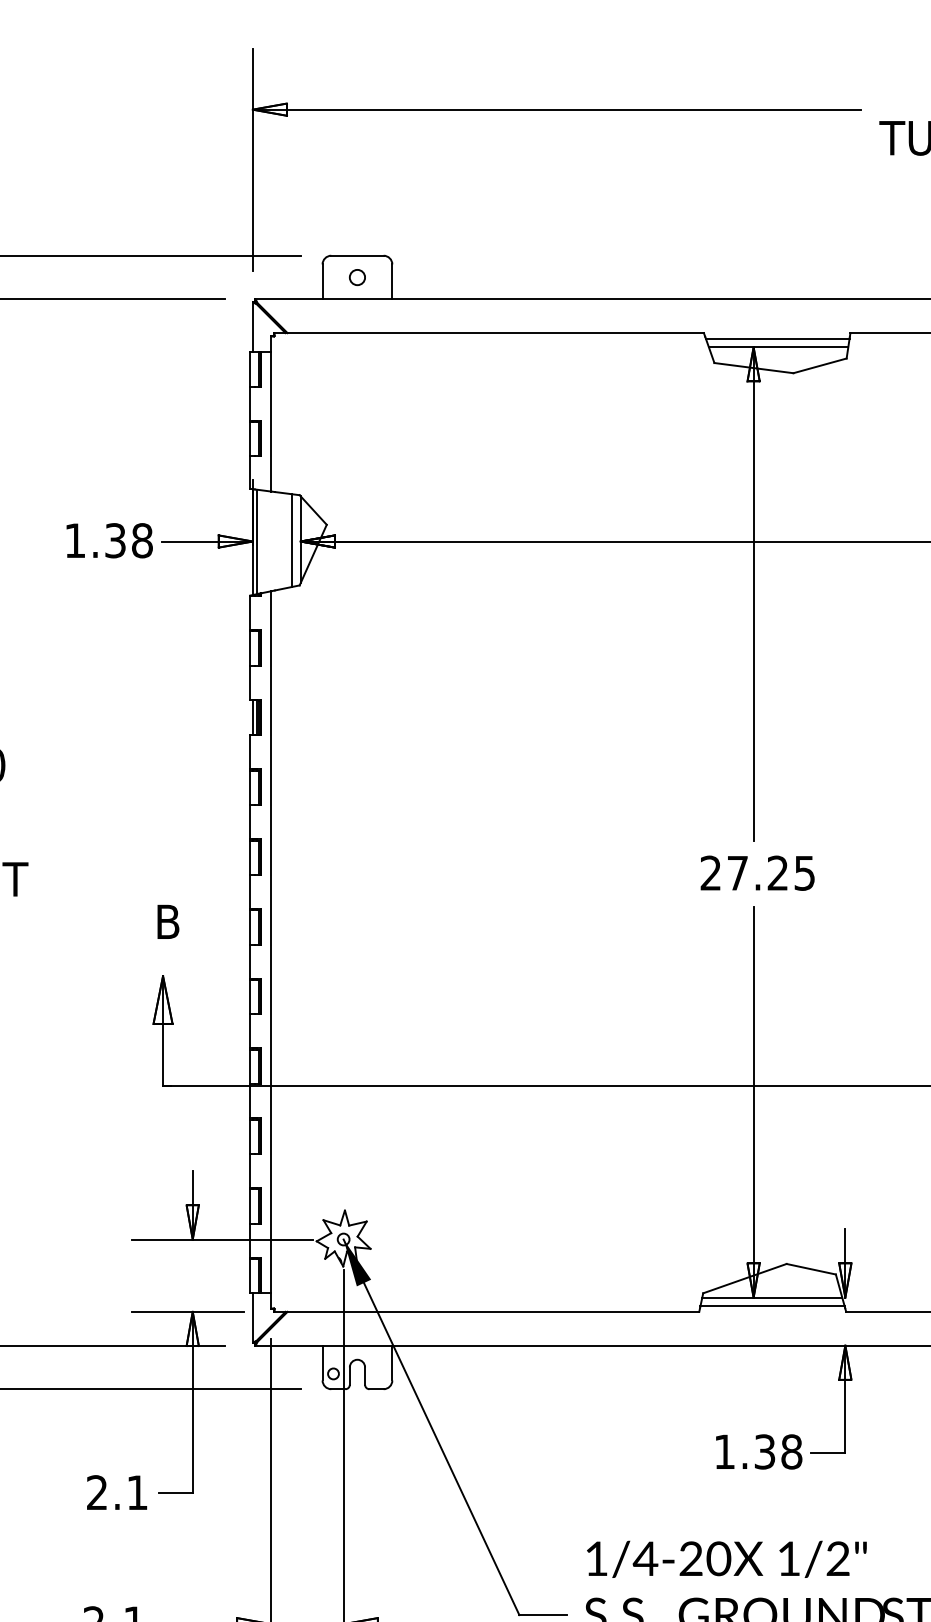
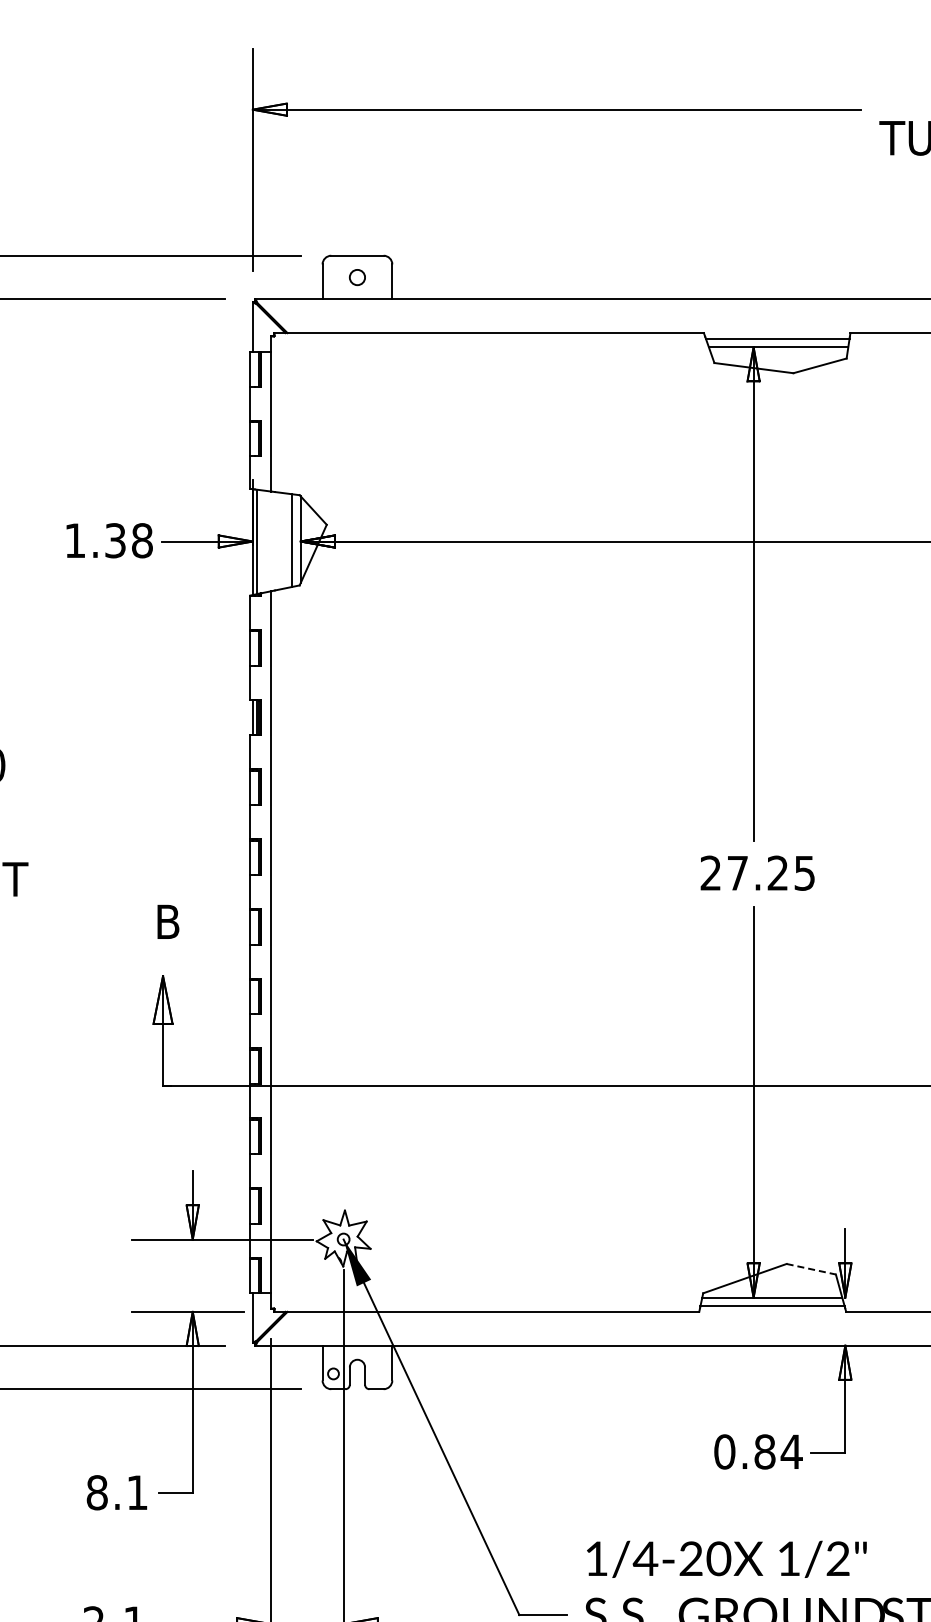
line at (811, 1269): solid -> dashed
text at (758, 1451): 1.38 -> 0.84
text at (96, 1492): 2.1 -> 8.1
